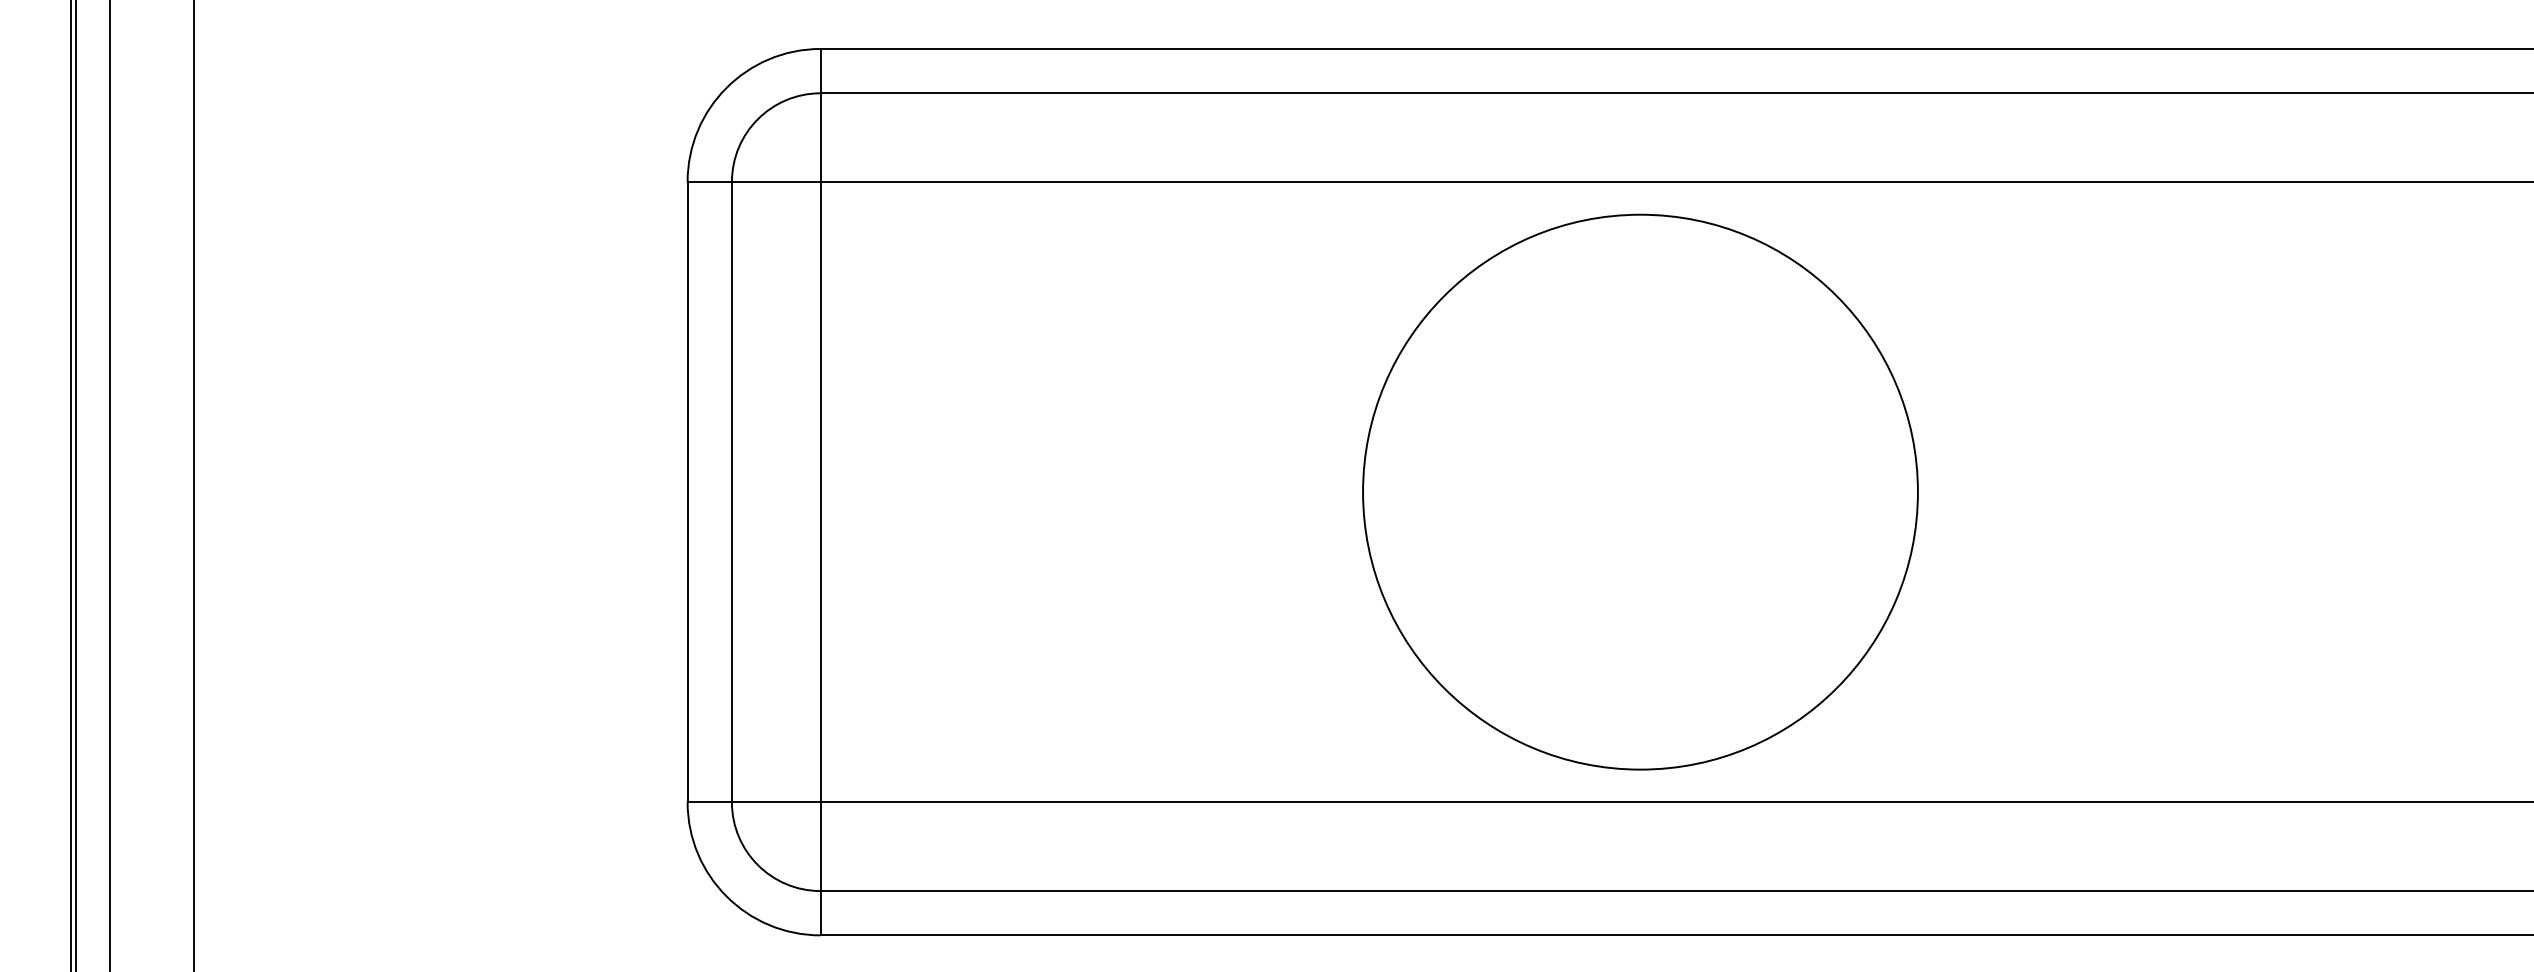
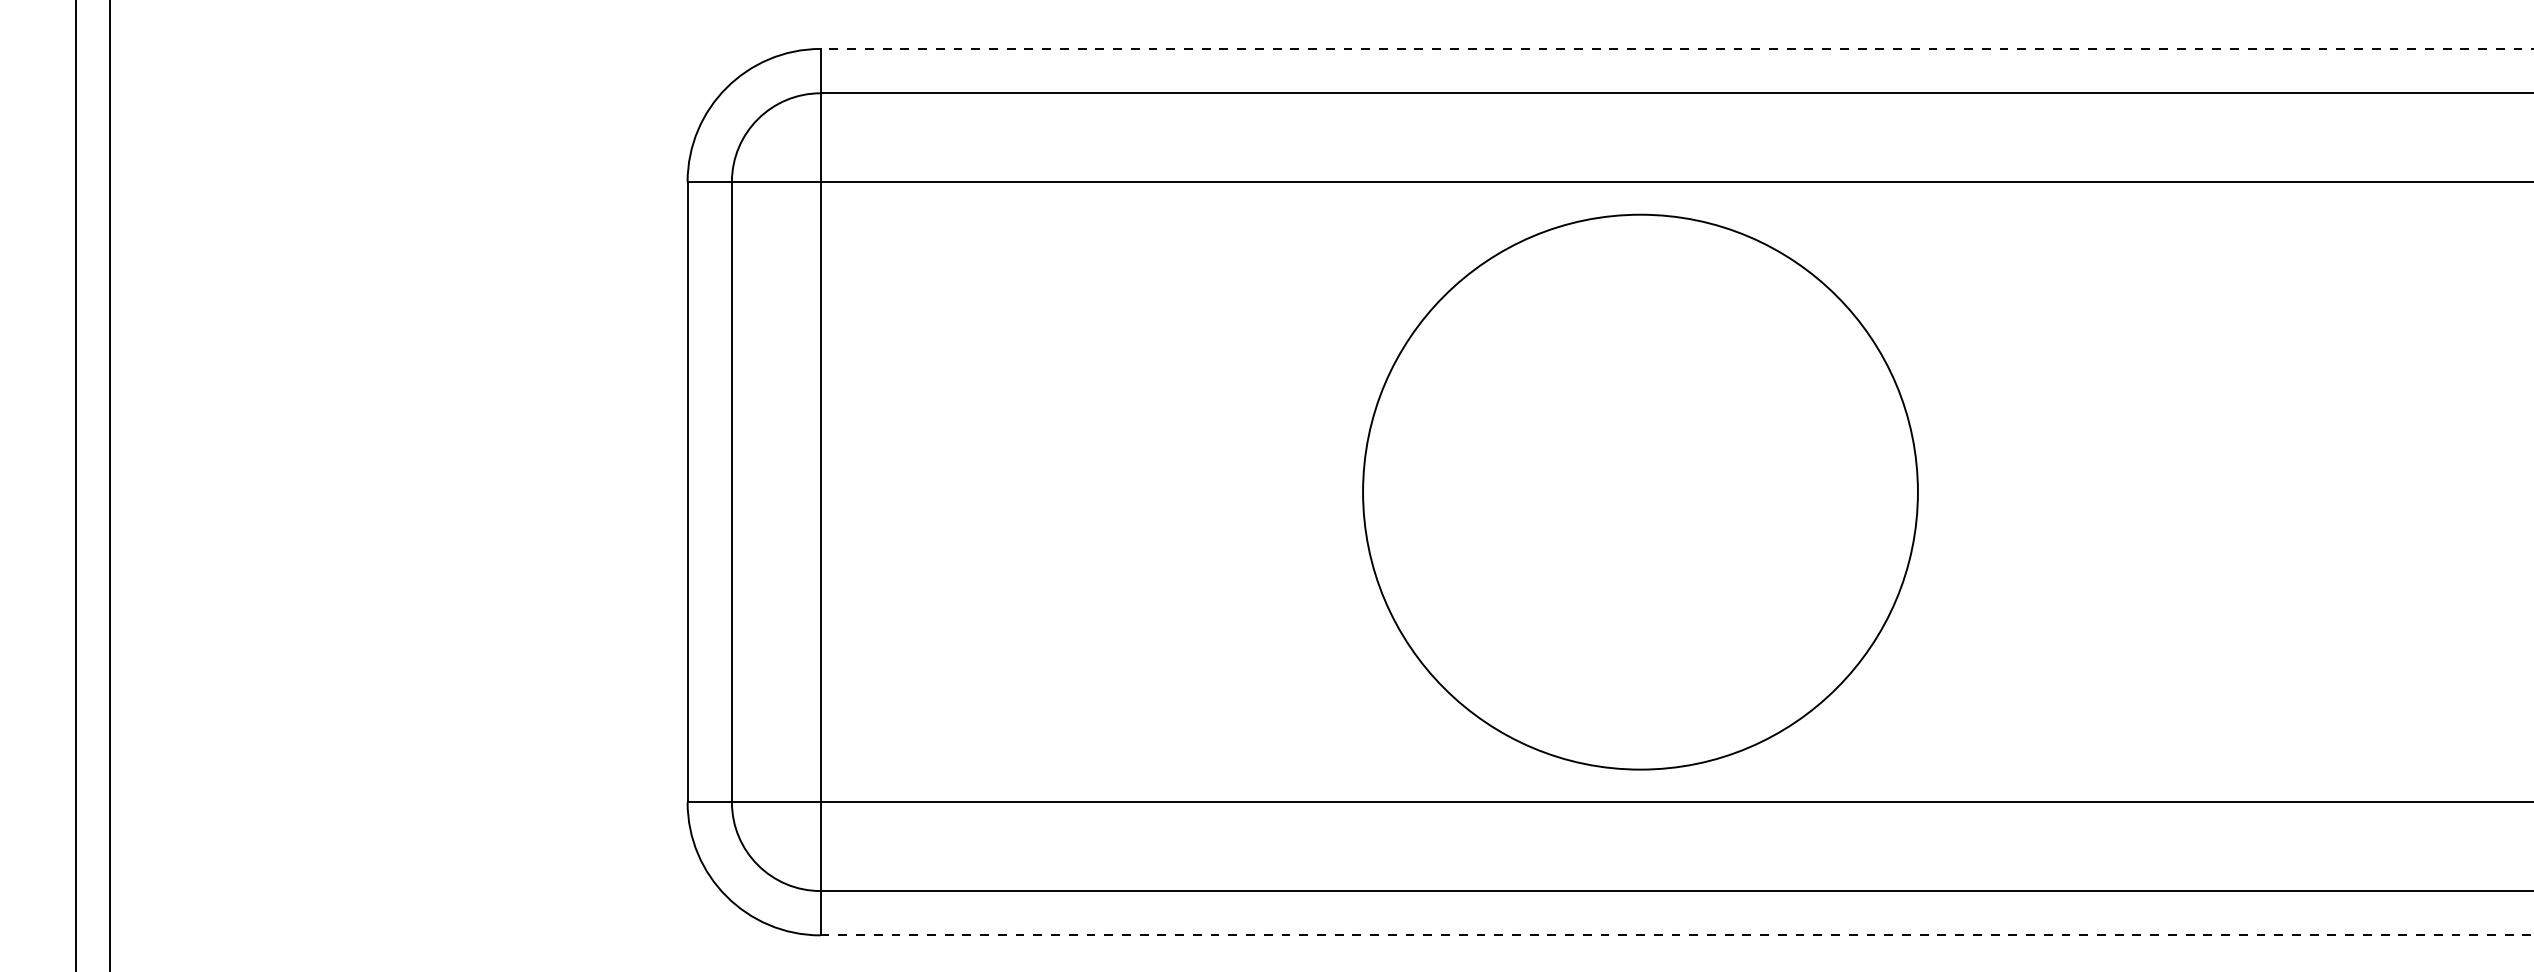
line at (1676, 48): solid -> dashed
line at (70, 485): present -> none
line at (194, 485): present -> none
line at (1677, 935): solid -> dashed
